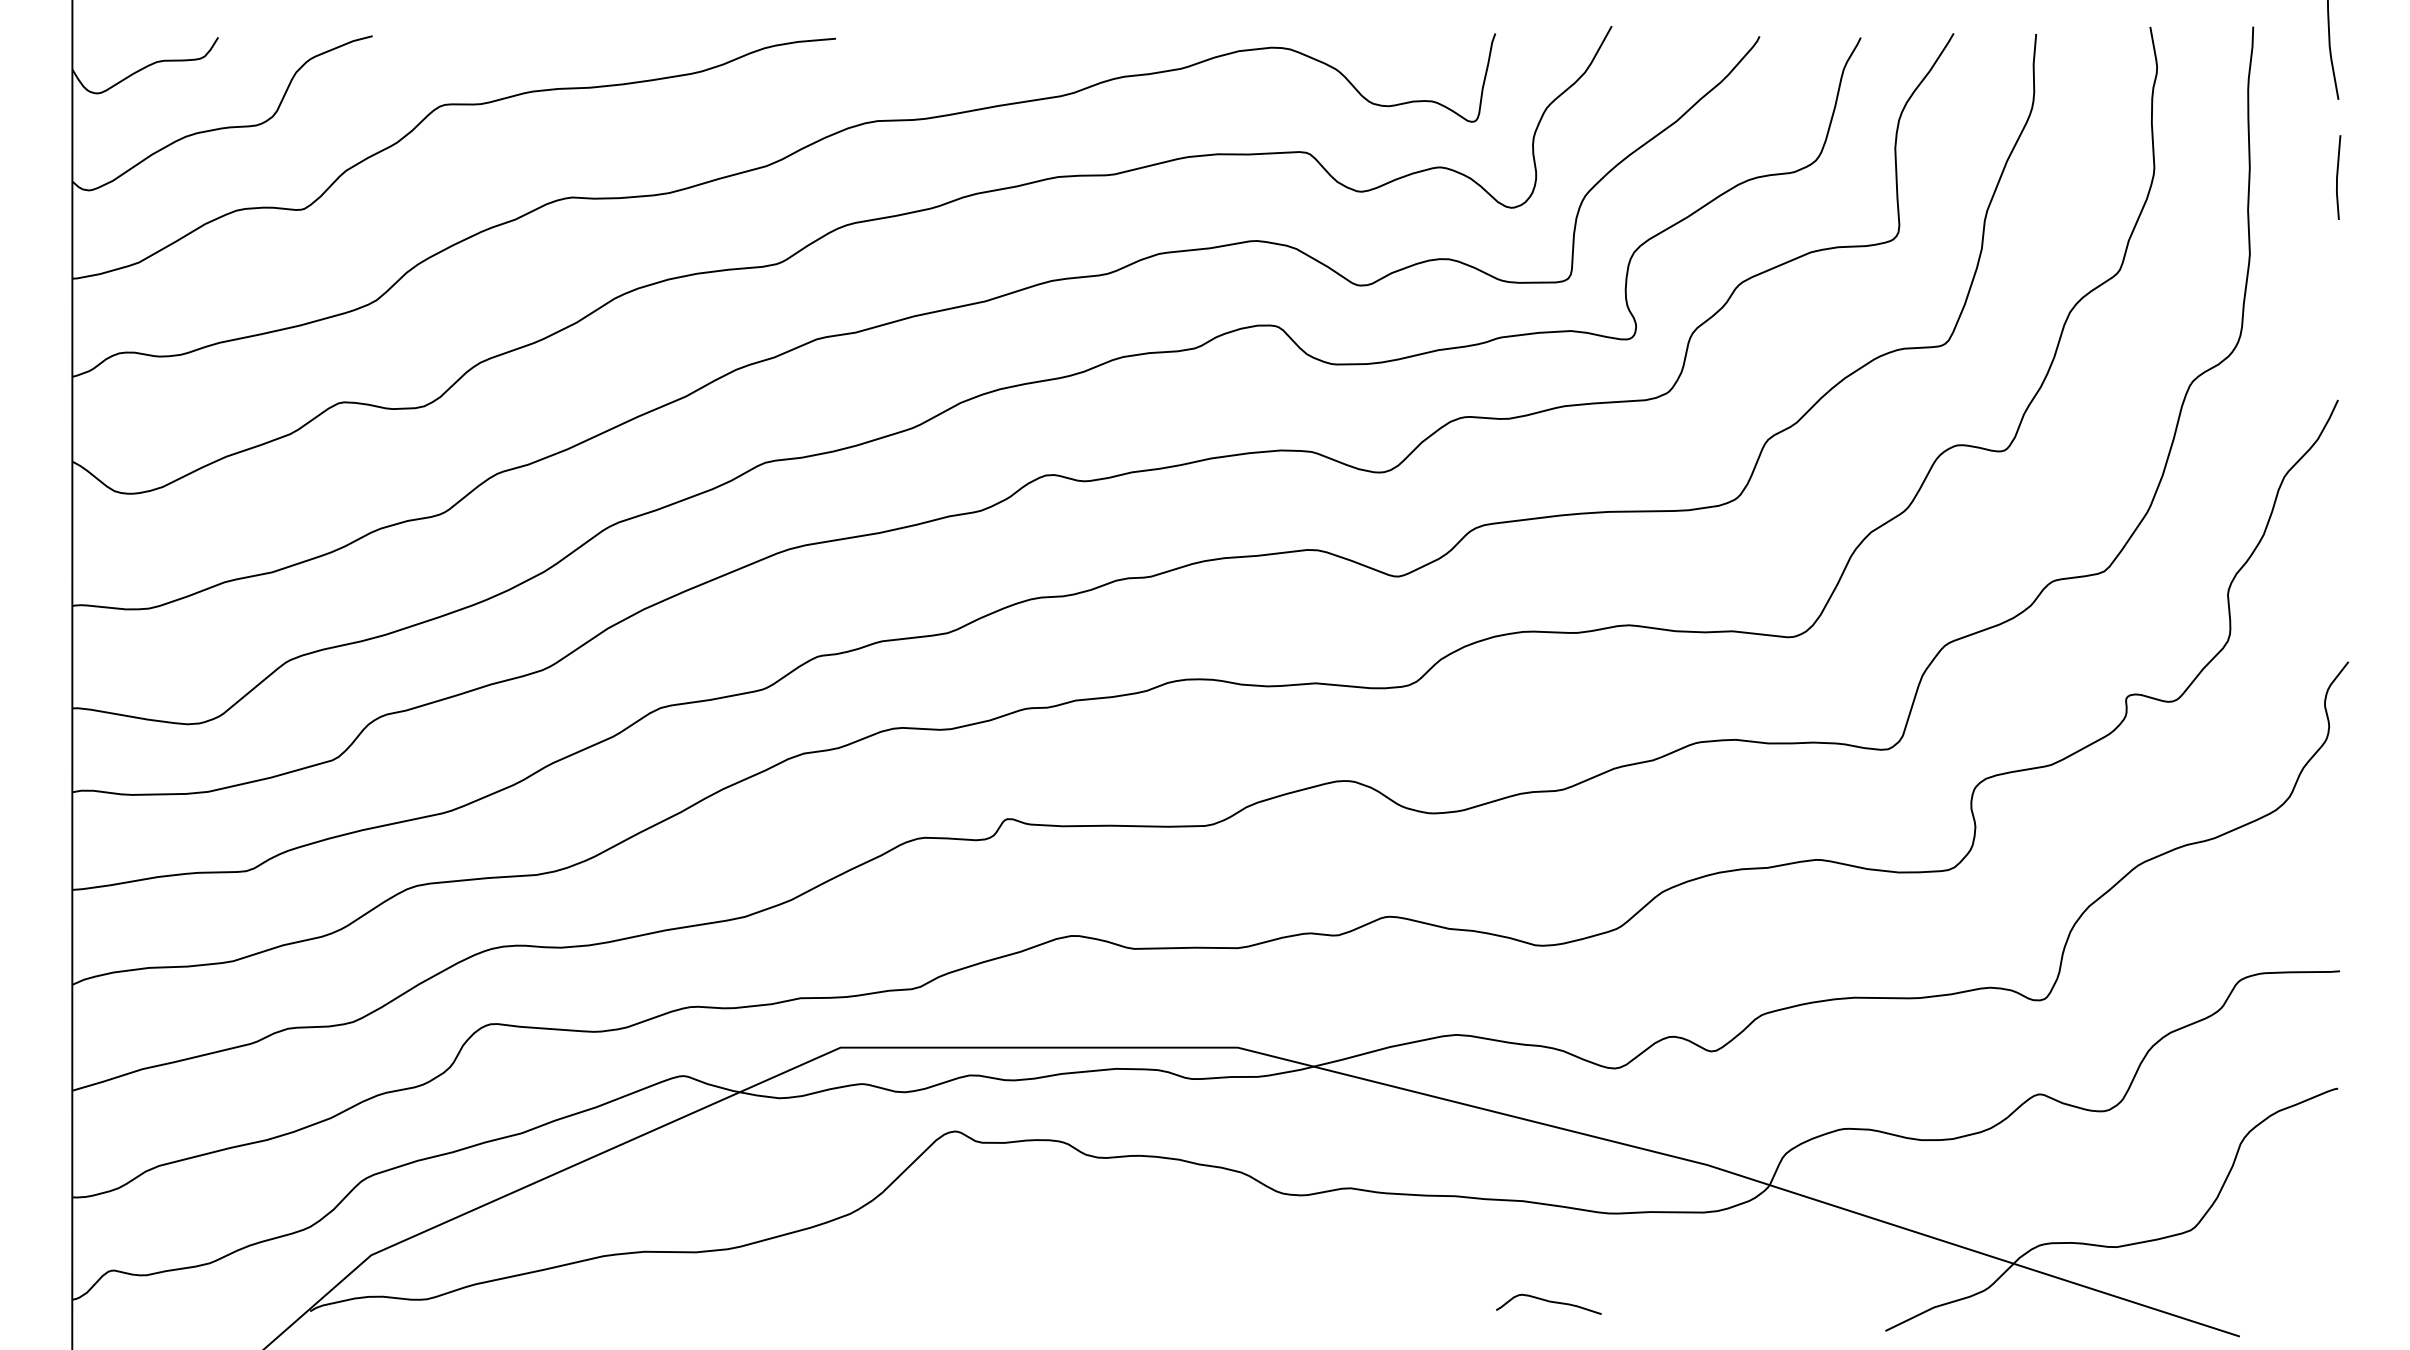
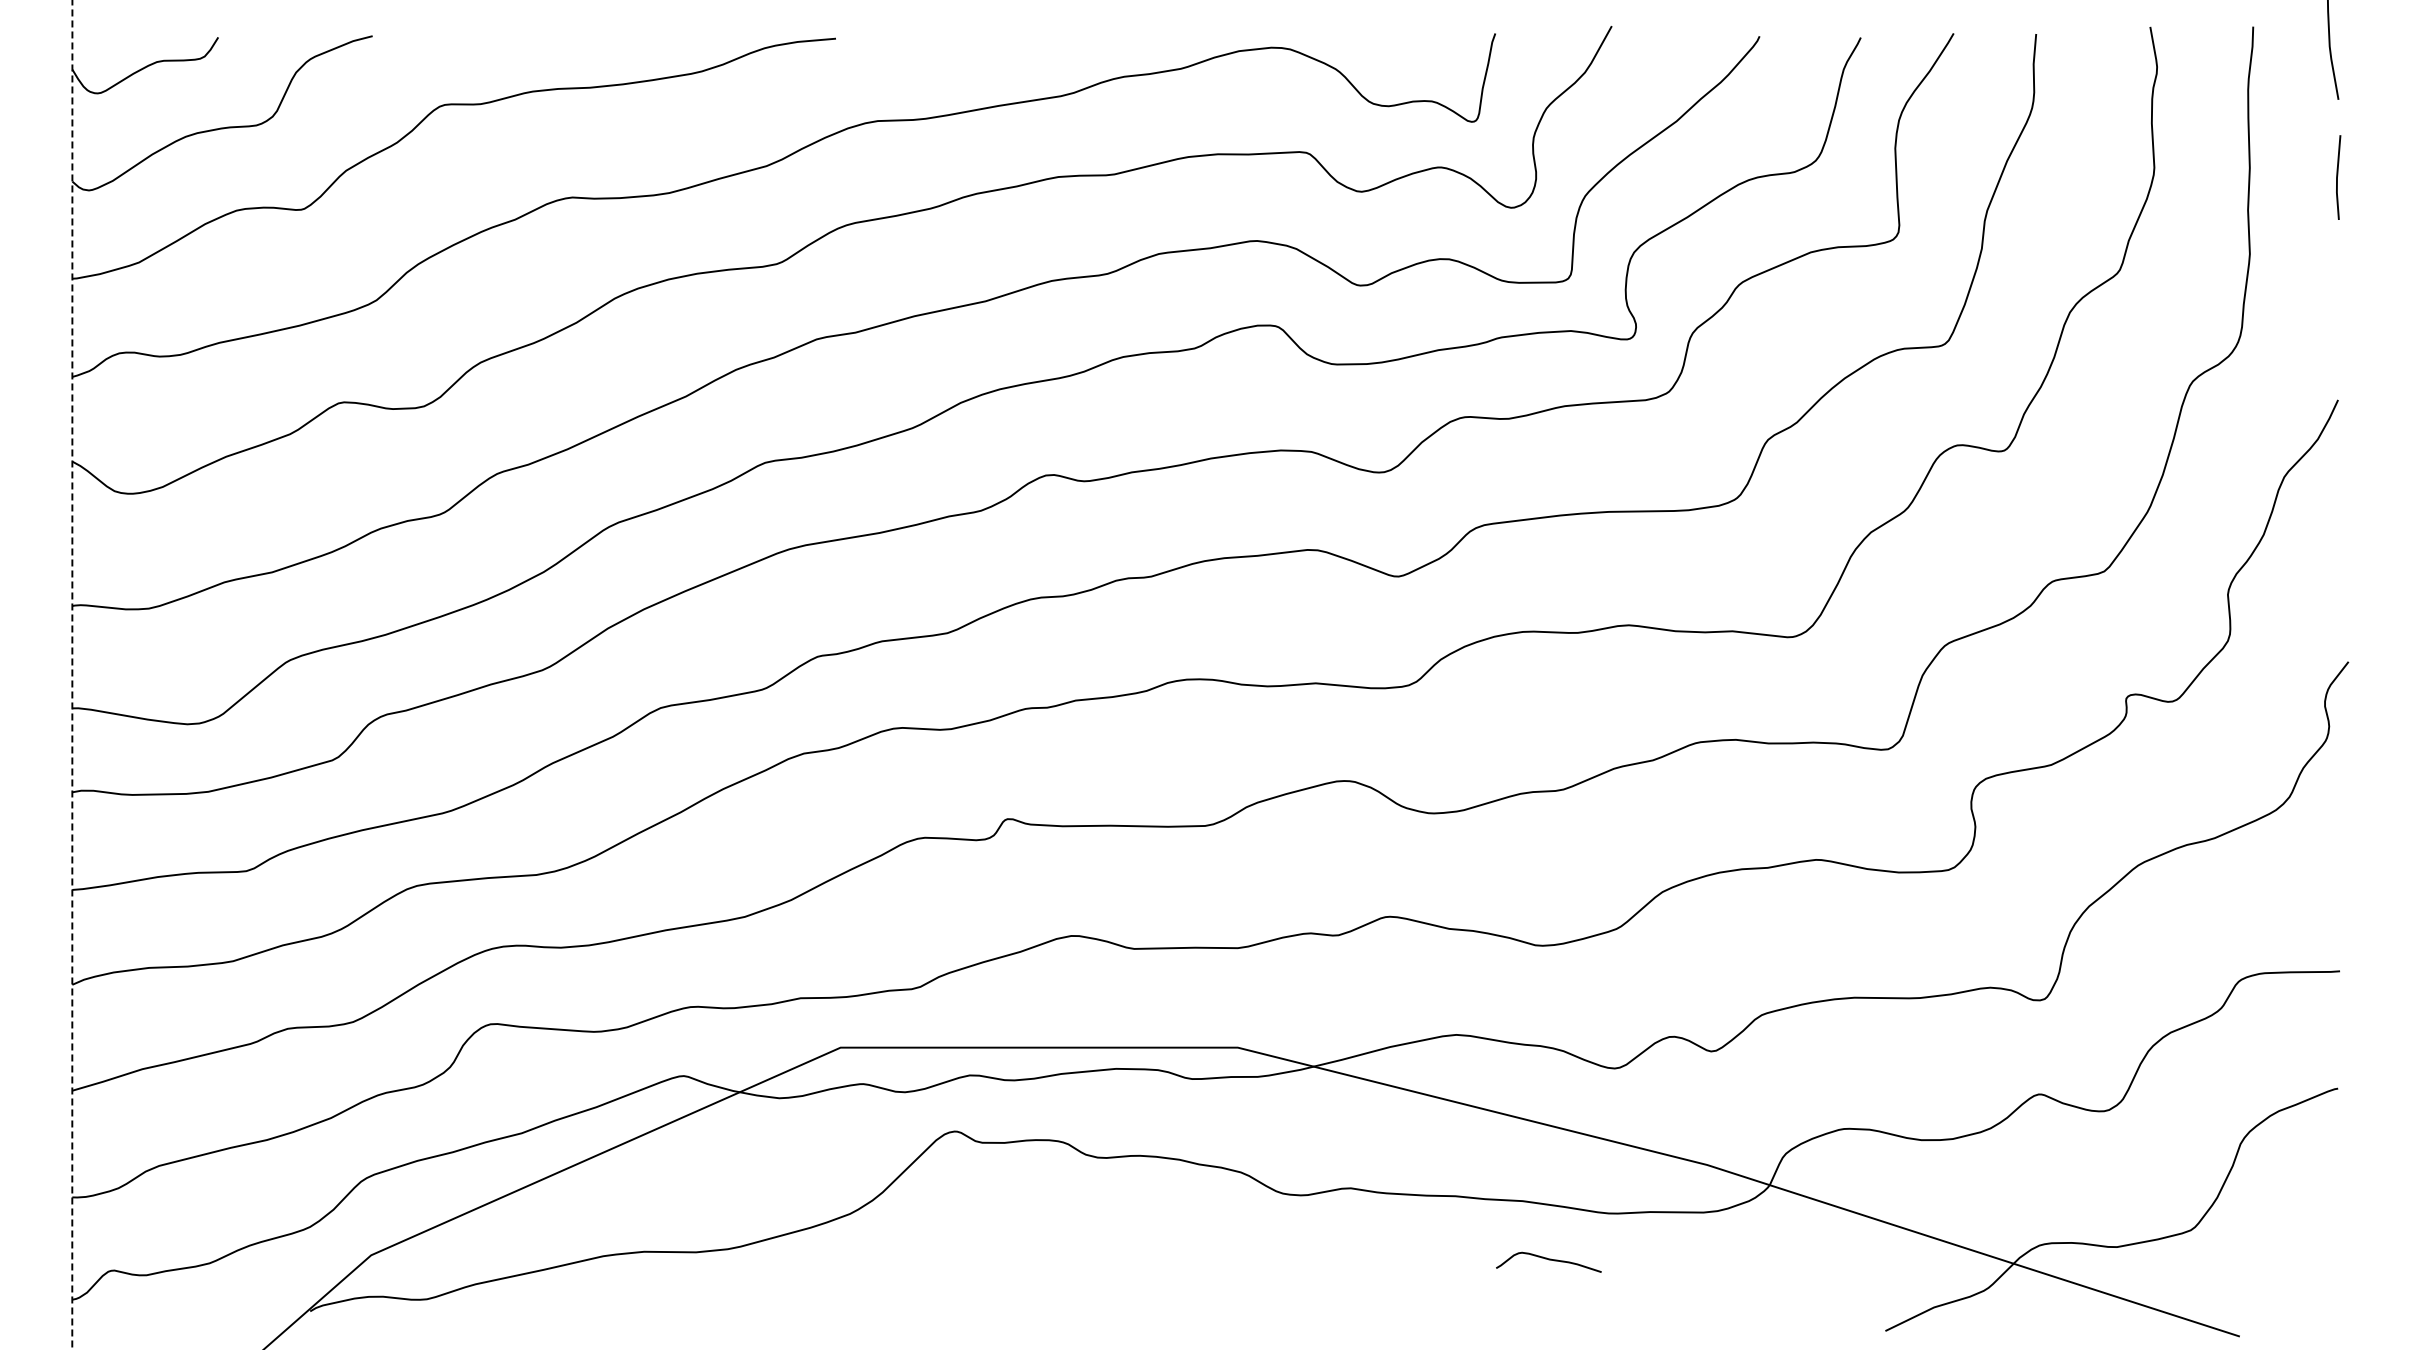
line at (72, 674): solid -> dashed
curve at (1548, 1302) position: (1548, 1302) -> (1548, 1260)
